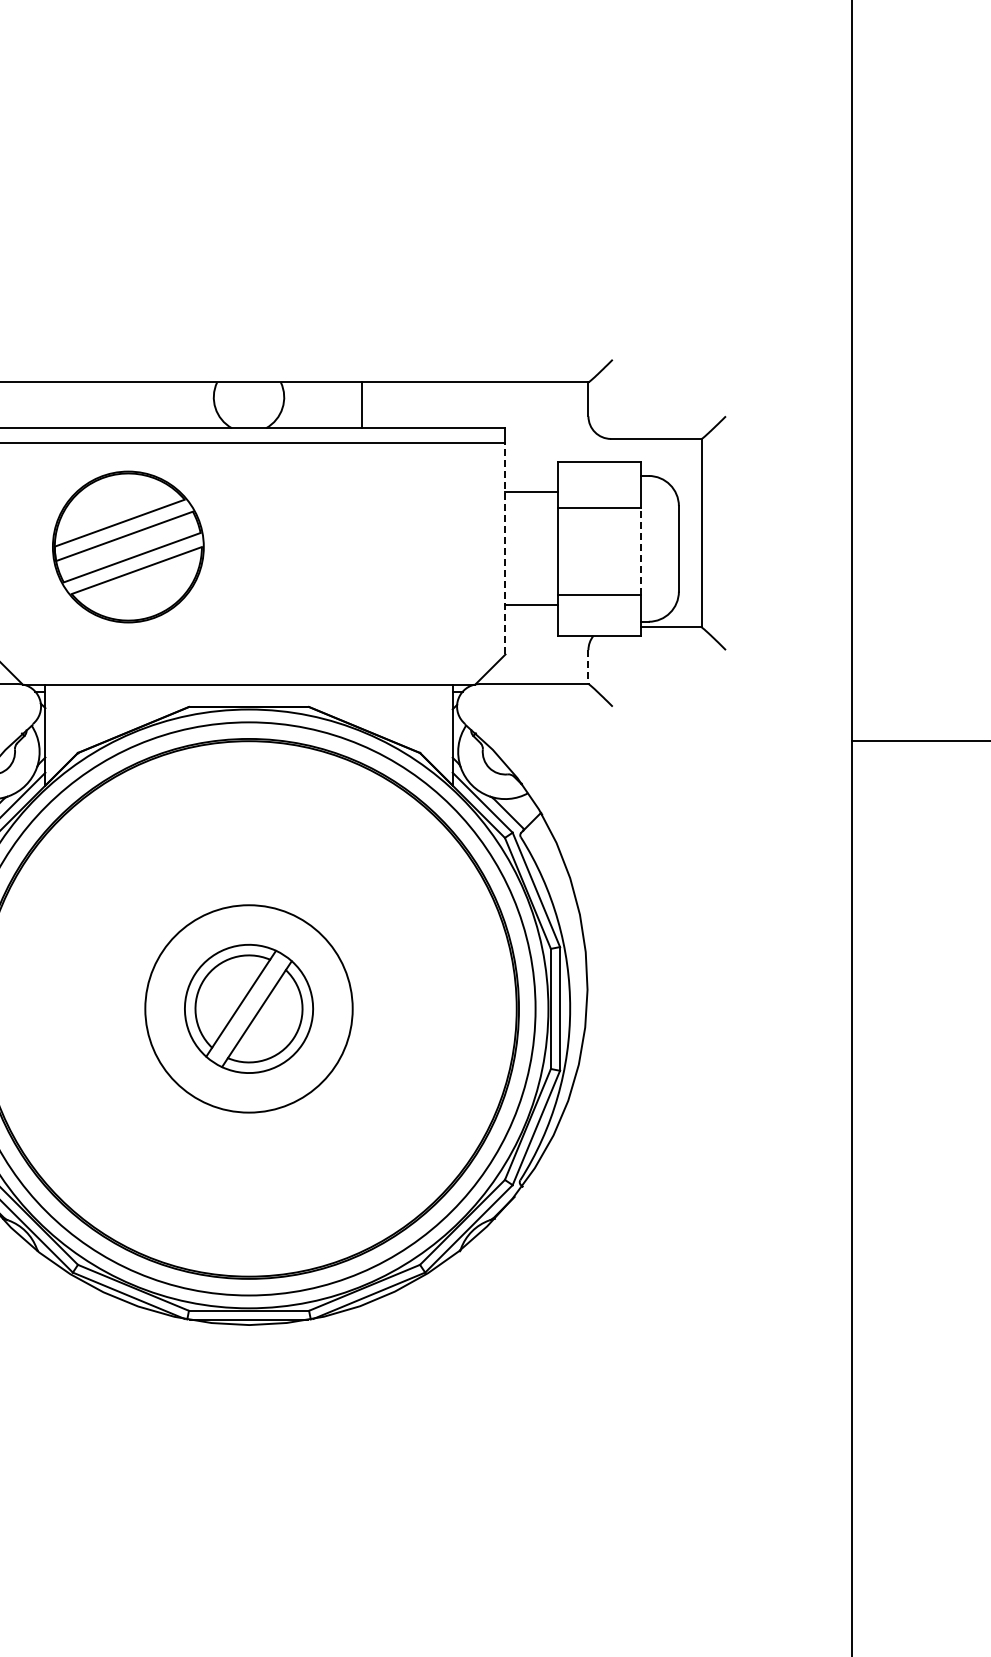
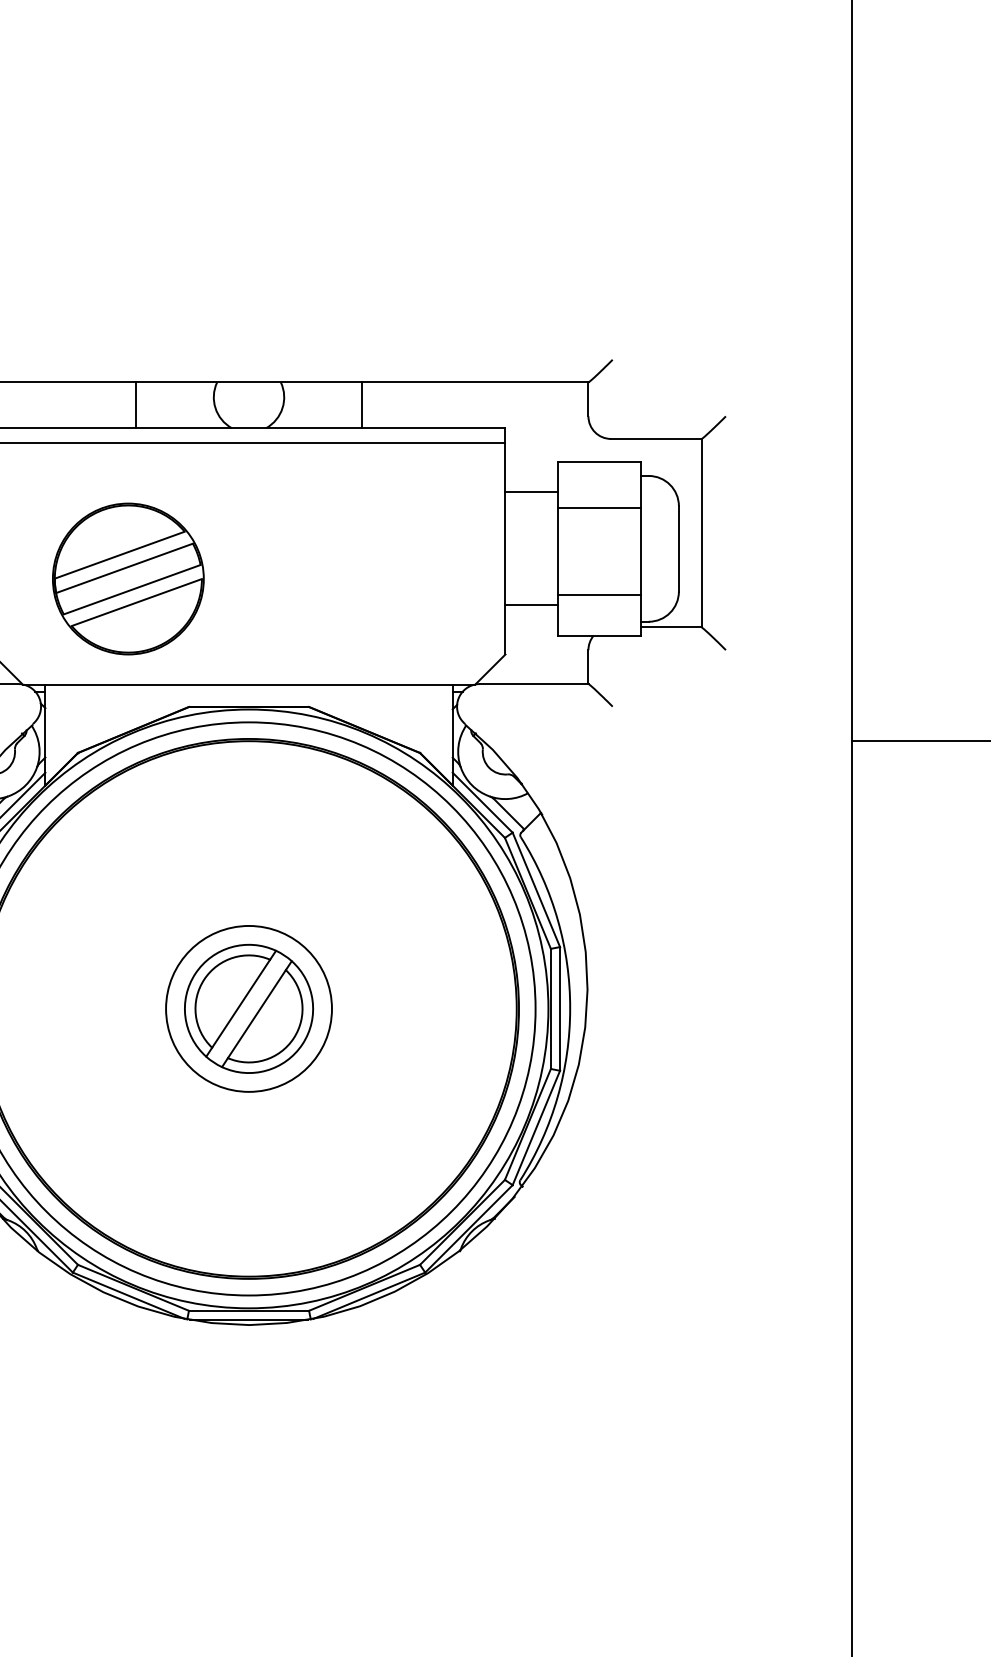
line at (135, 405): none -> present
part at (128, 546) position: (128, 546) -> (128, 578)
line at (505, 548): dashed -> solid
line at (641, 551): dashed -> solid
line at (588, 667): dashed -> solid
circle at (248, 1008) diameter: 207 px -> 166 px
